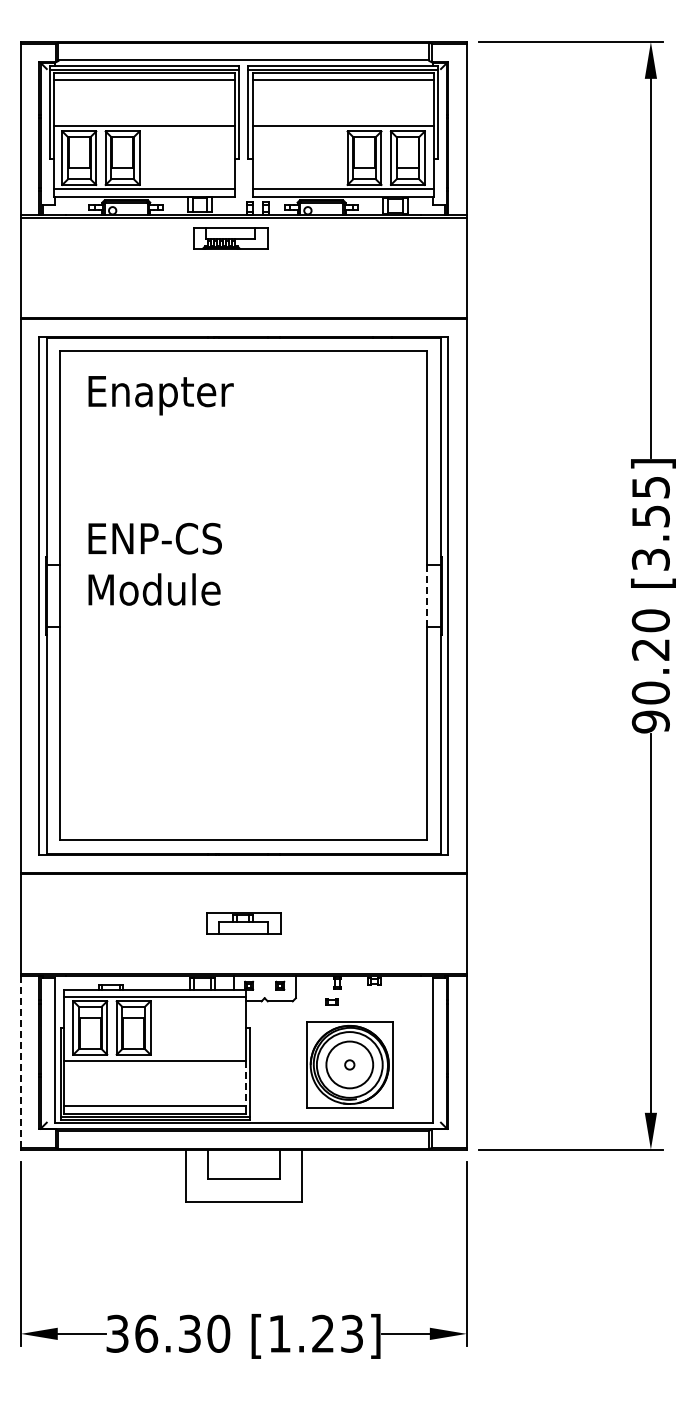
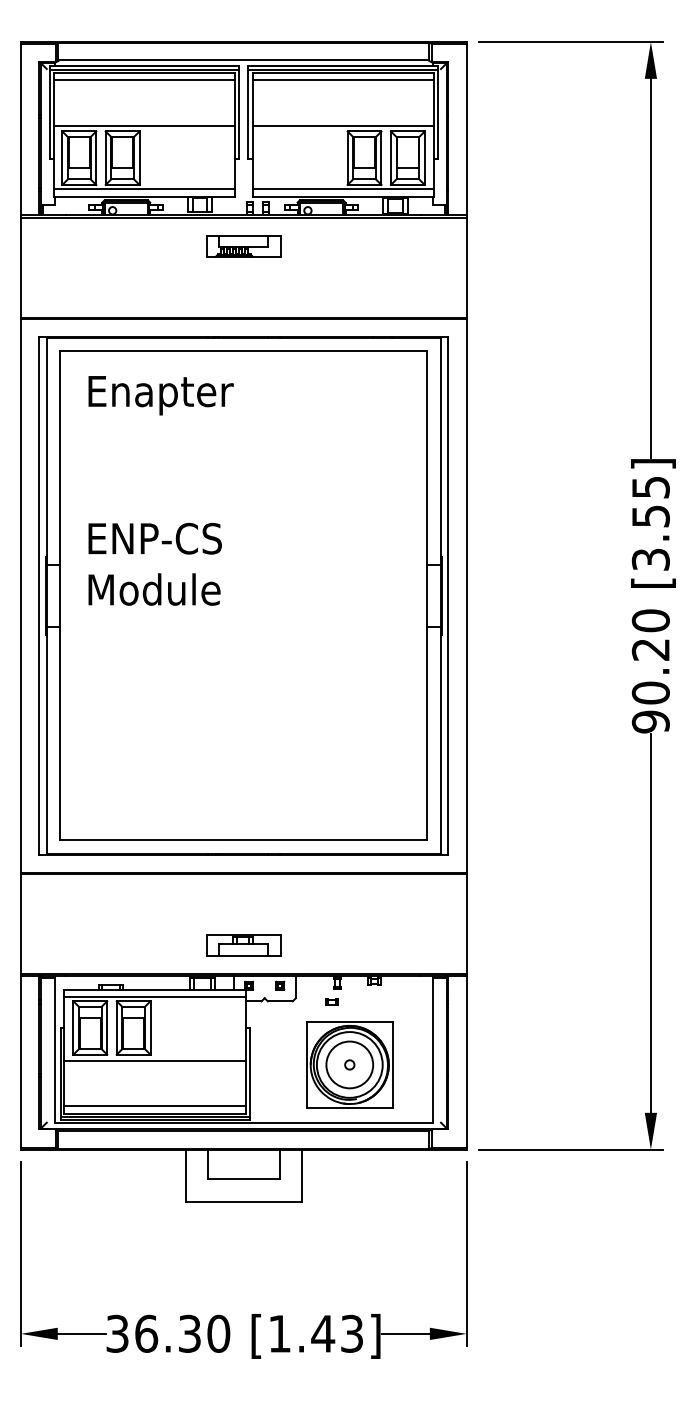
part at (230, 238) position: (230, 238) -> (243, 246)
line at (427, 596): dashed -> solid
part at (243, 923) position: (243, 923) -> (243, 945)
line at (21, 1062): dashed -> solid
line at (245, 1083): dashed -> solid
text at (323, 1333): [1.23] -> [1.43]
